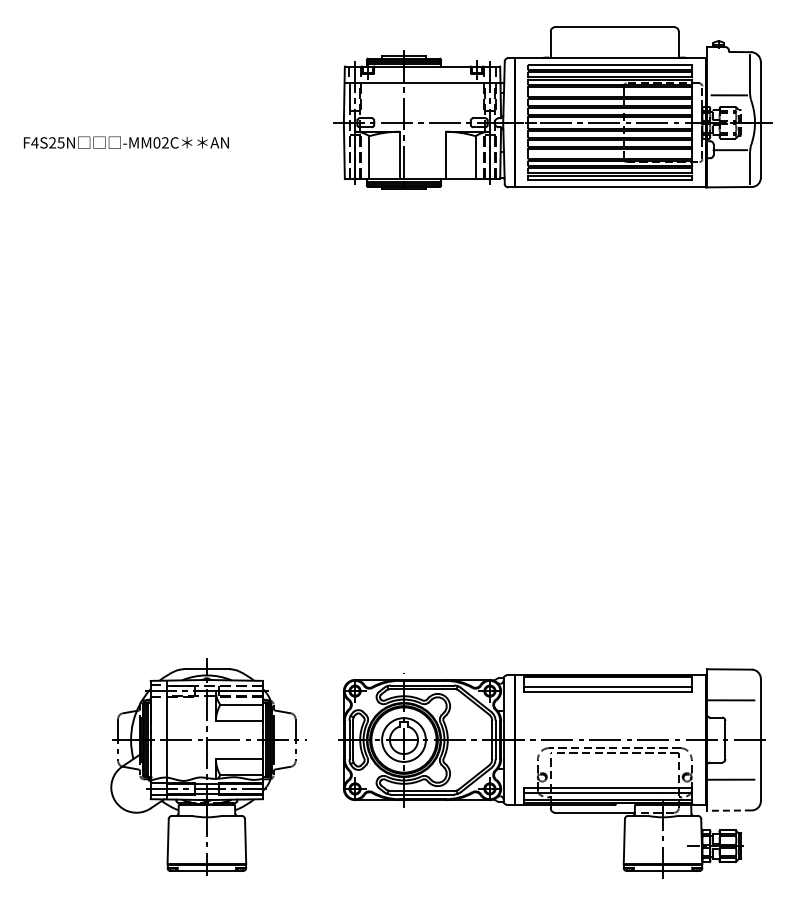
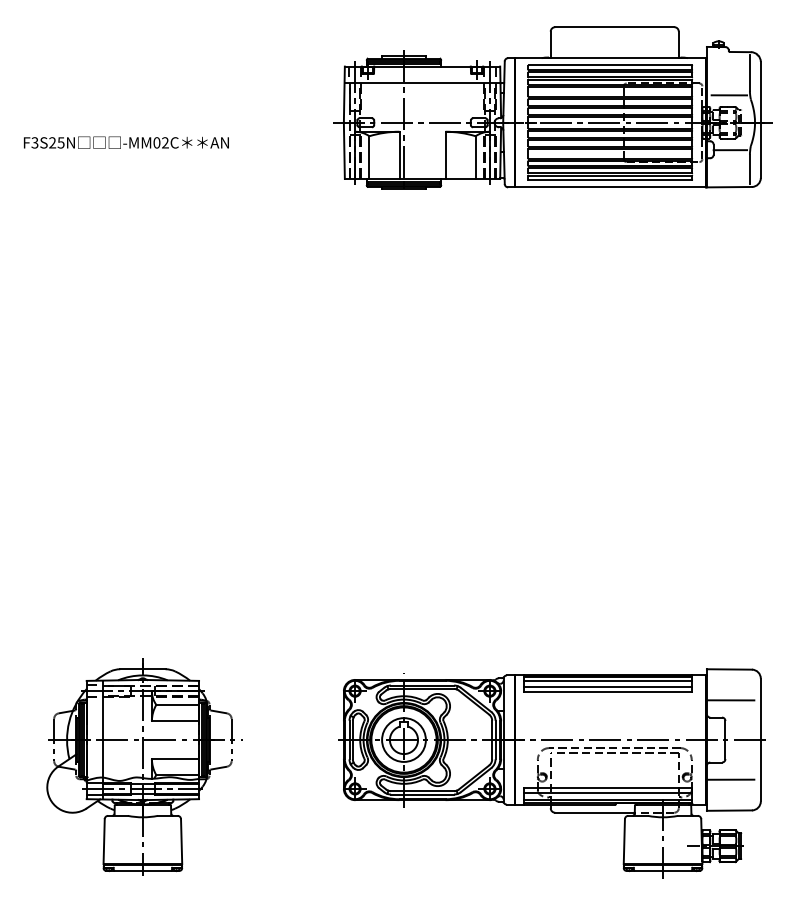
text at (34, 142): F4S25N -> F3S25N
line at (607, 680): none -> present
part at (208, 766) position: (208, 766) -> (144, 766)
line at (729, 810): dashed -> solid
